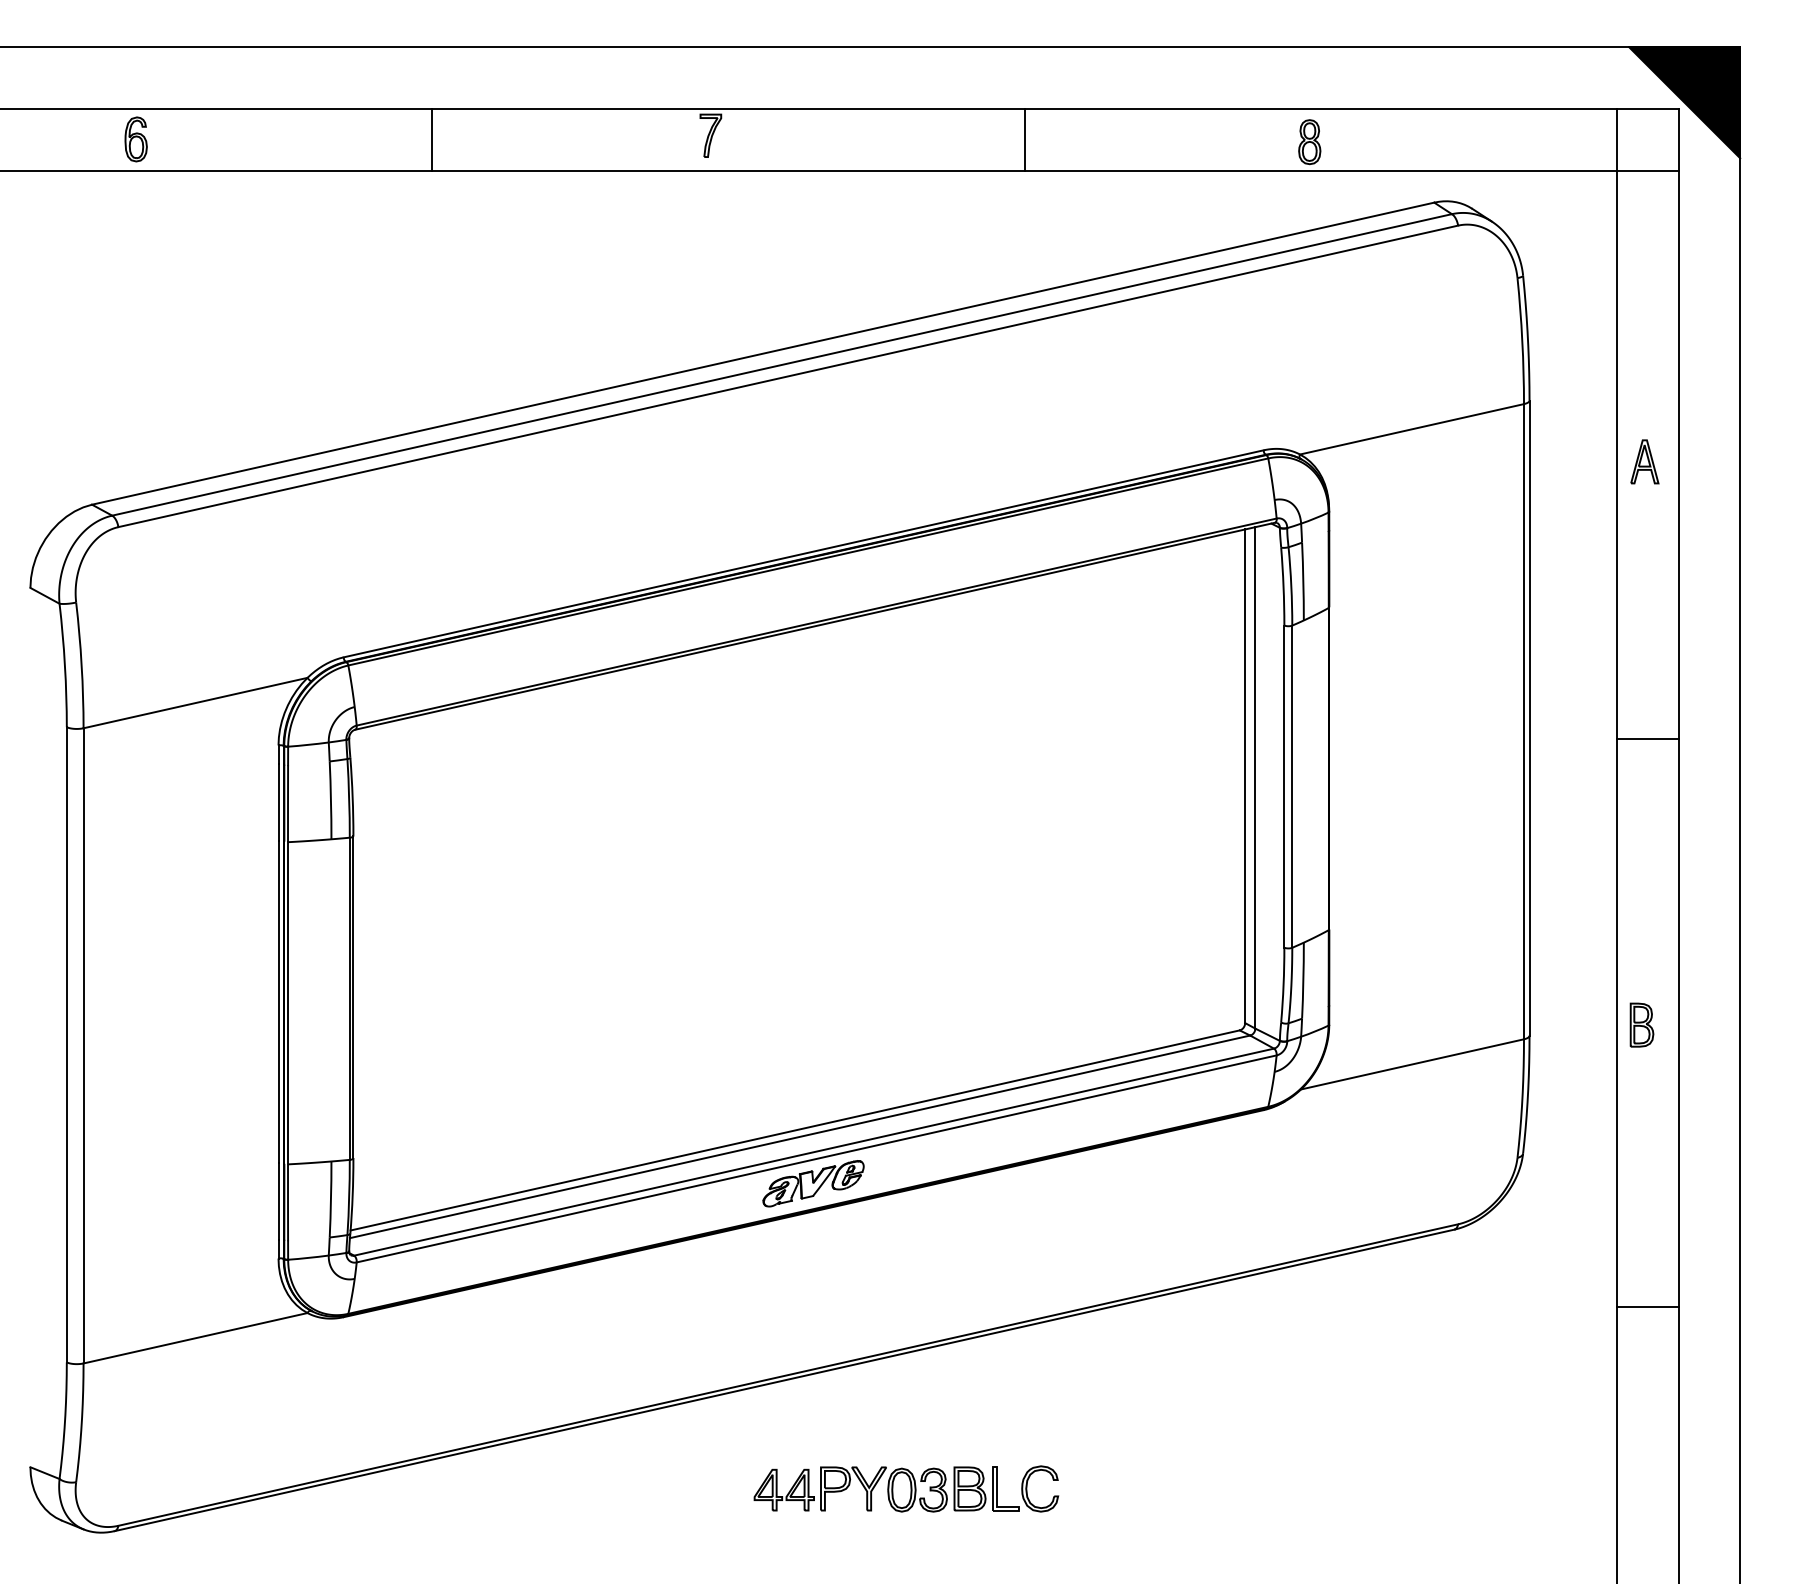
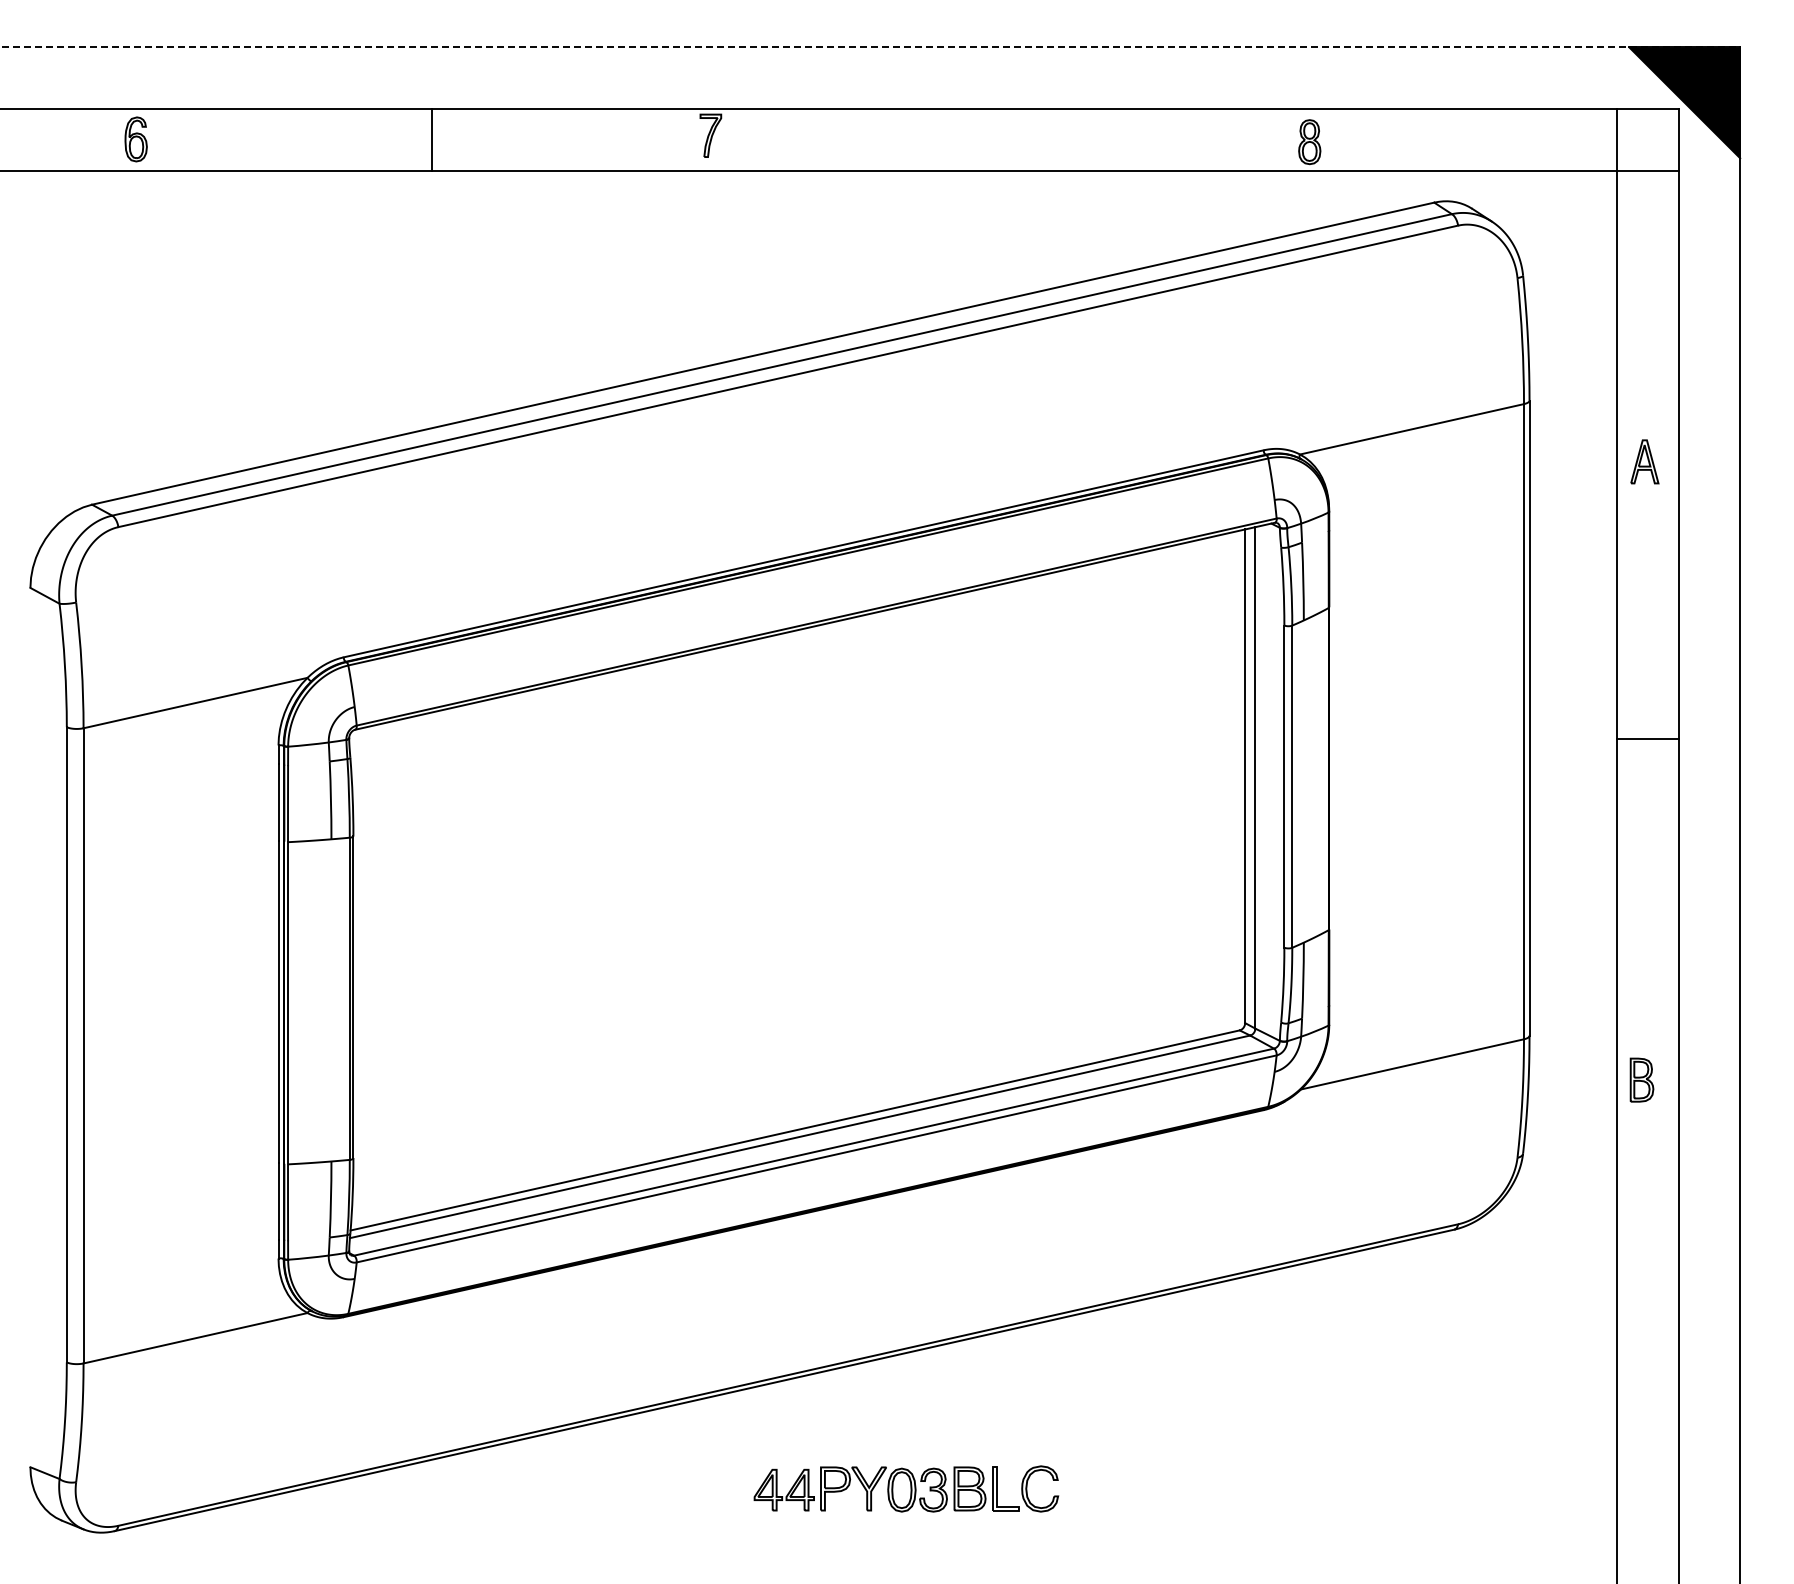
line at (870, 47): solid -> dashed
line at (1024, 139): present -> none
part at (1641, 1024) position: (1641, 1024) -> (1641, 1079)
part at (813, 1183): present -> none
line at (1647, 1307): present -> none
